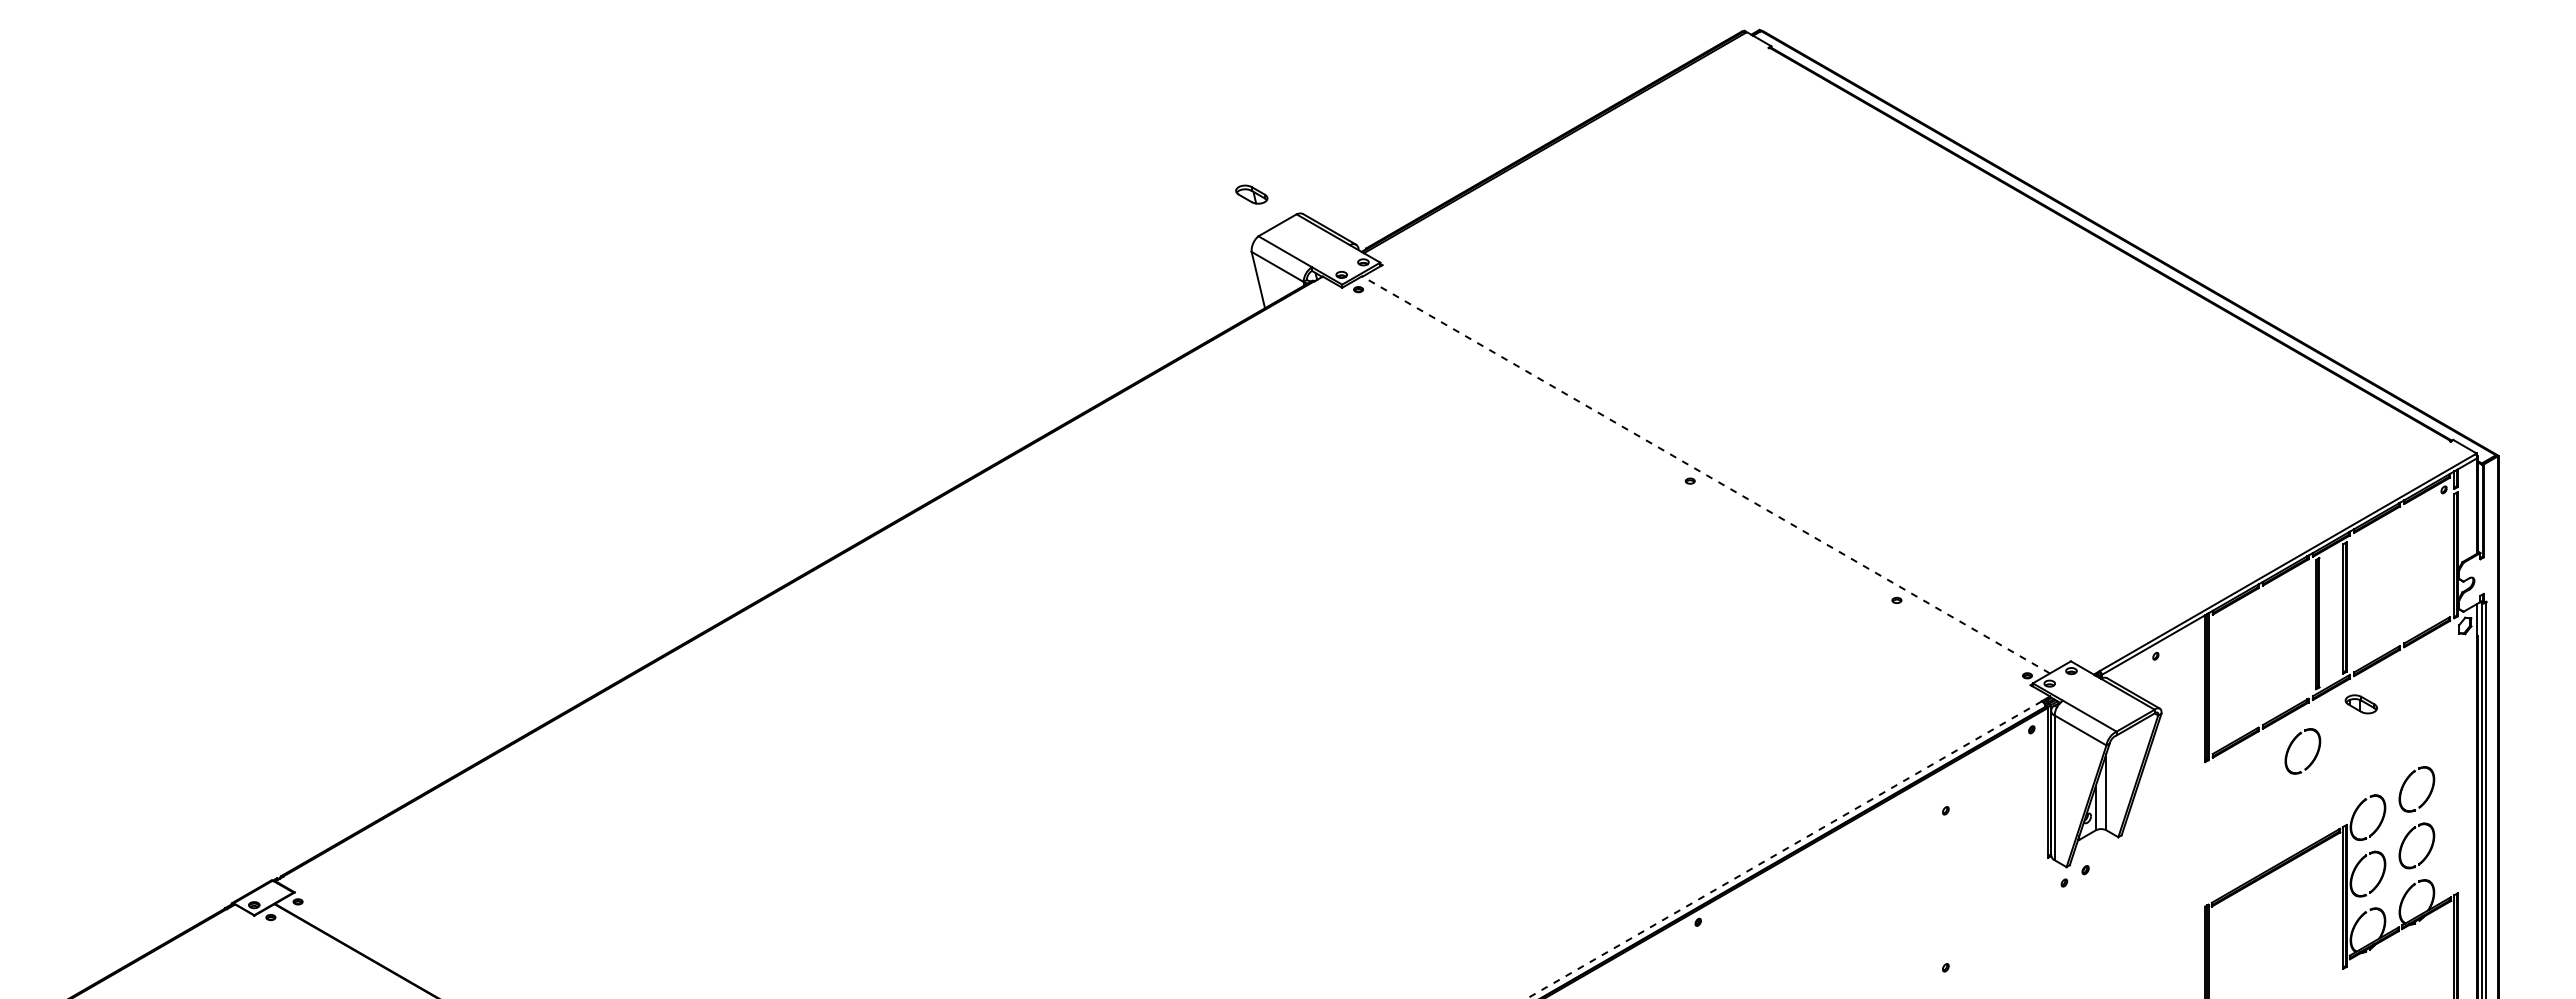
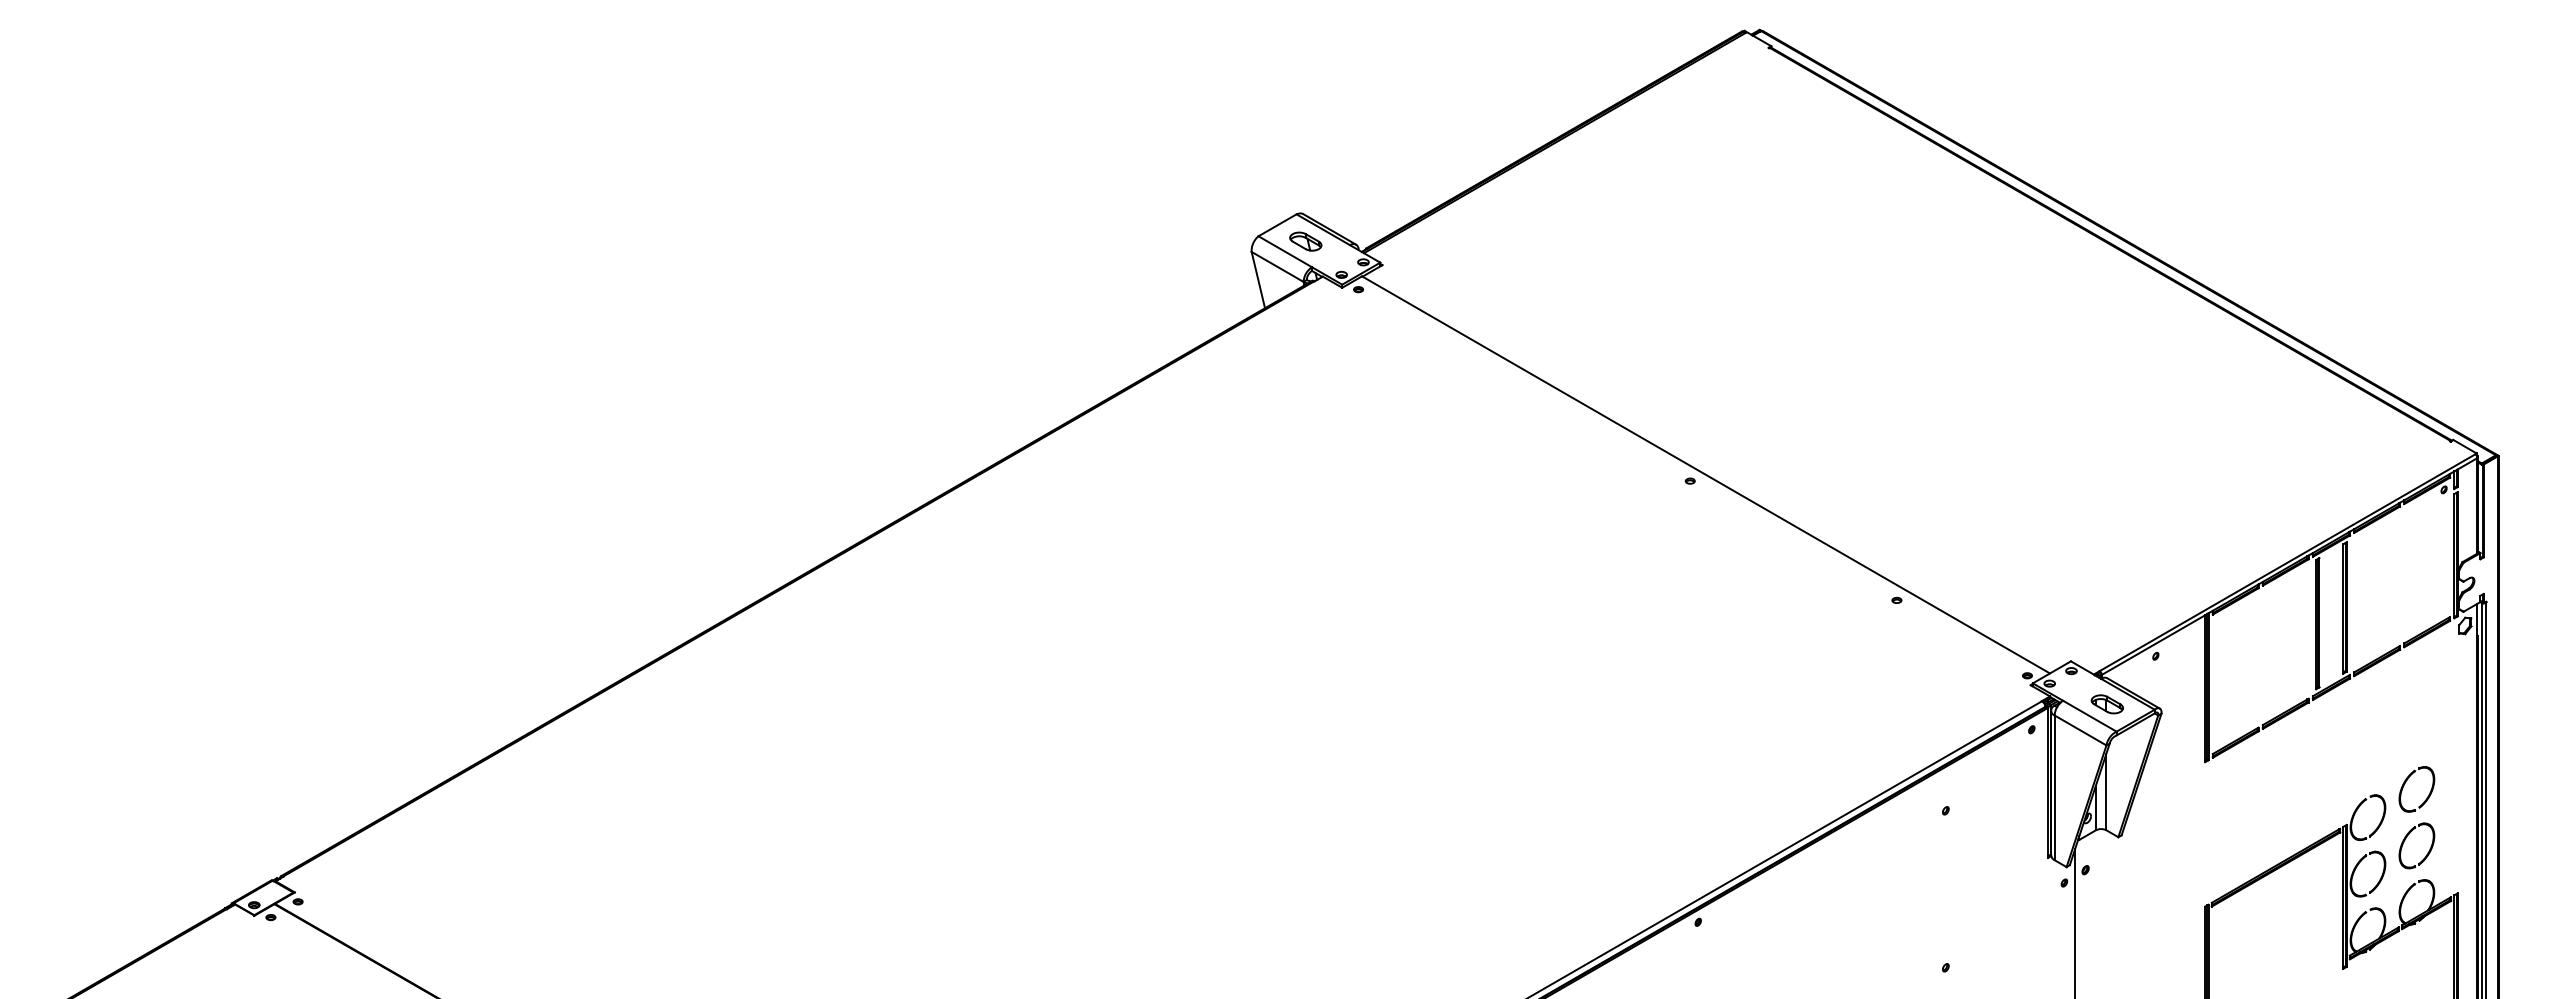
part at (1251, 194) position: (1251, 194) -> (1305, 241)
line at (1705, 474): dashed -> solid
part at (2360, 704) position: (2360, 704) -> (2106, 704)
part at (2292, 744): present -> none
line at (1784, 849): dashed -> solid
line at (2075, 922): none -> present
